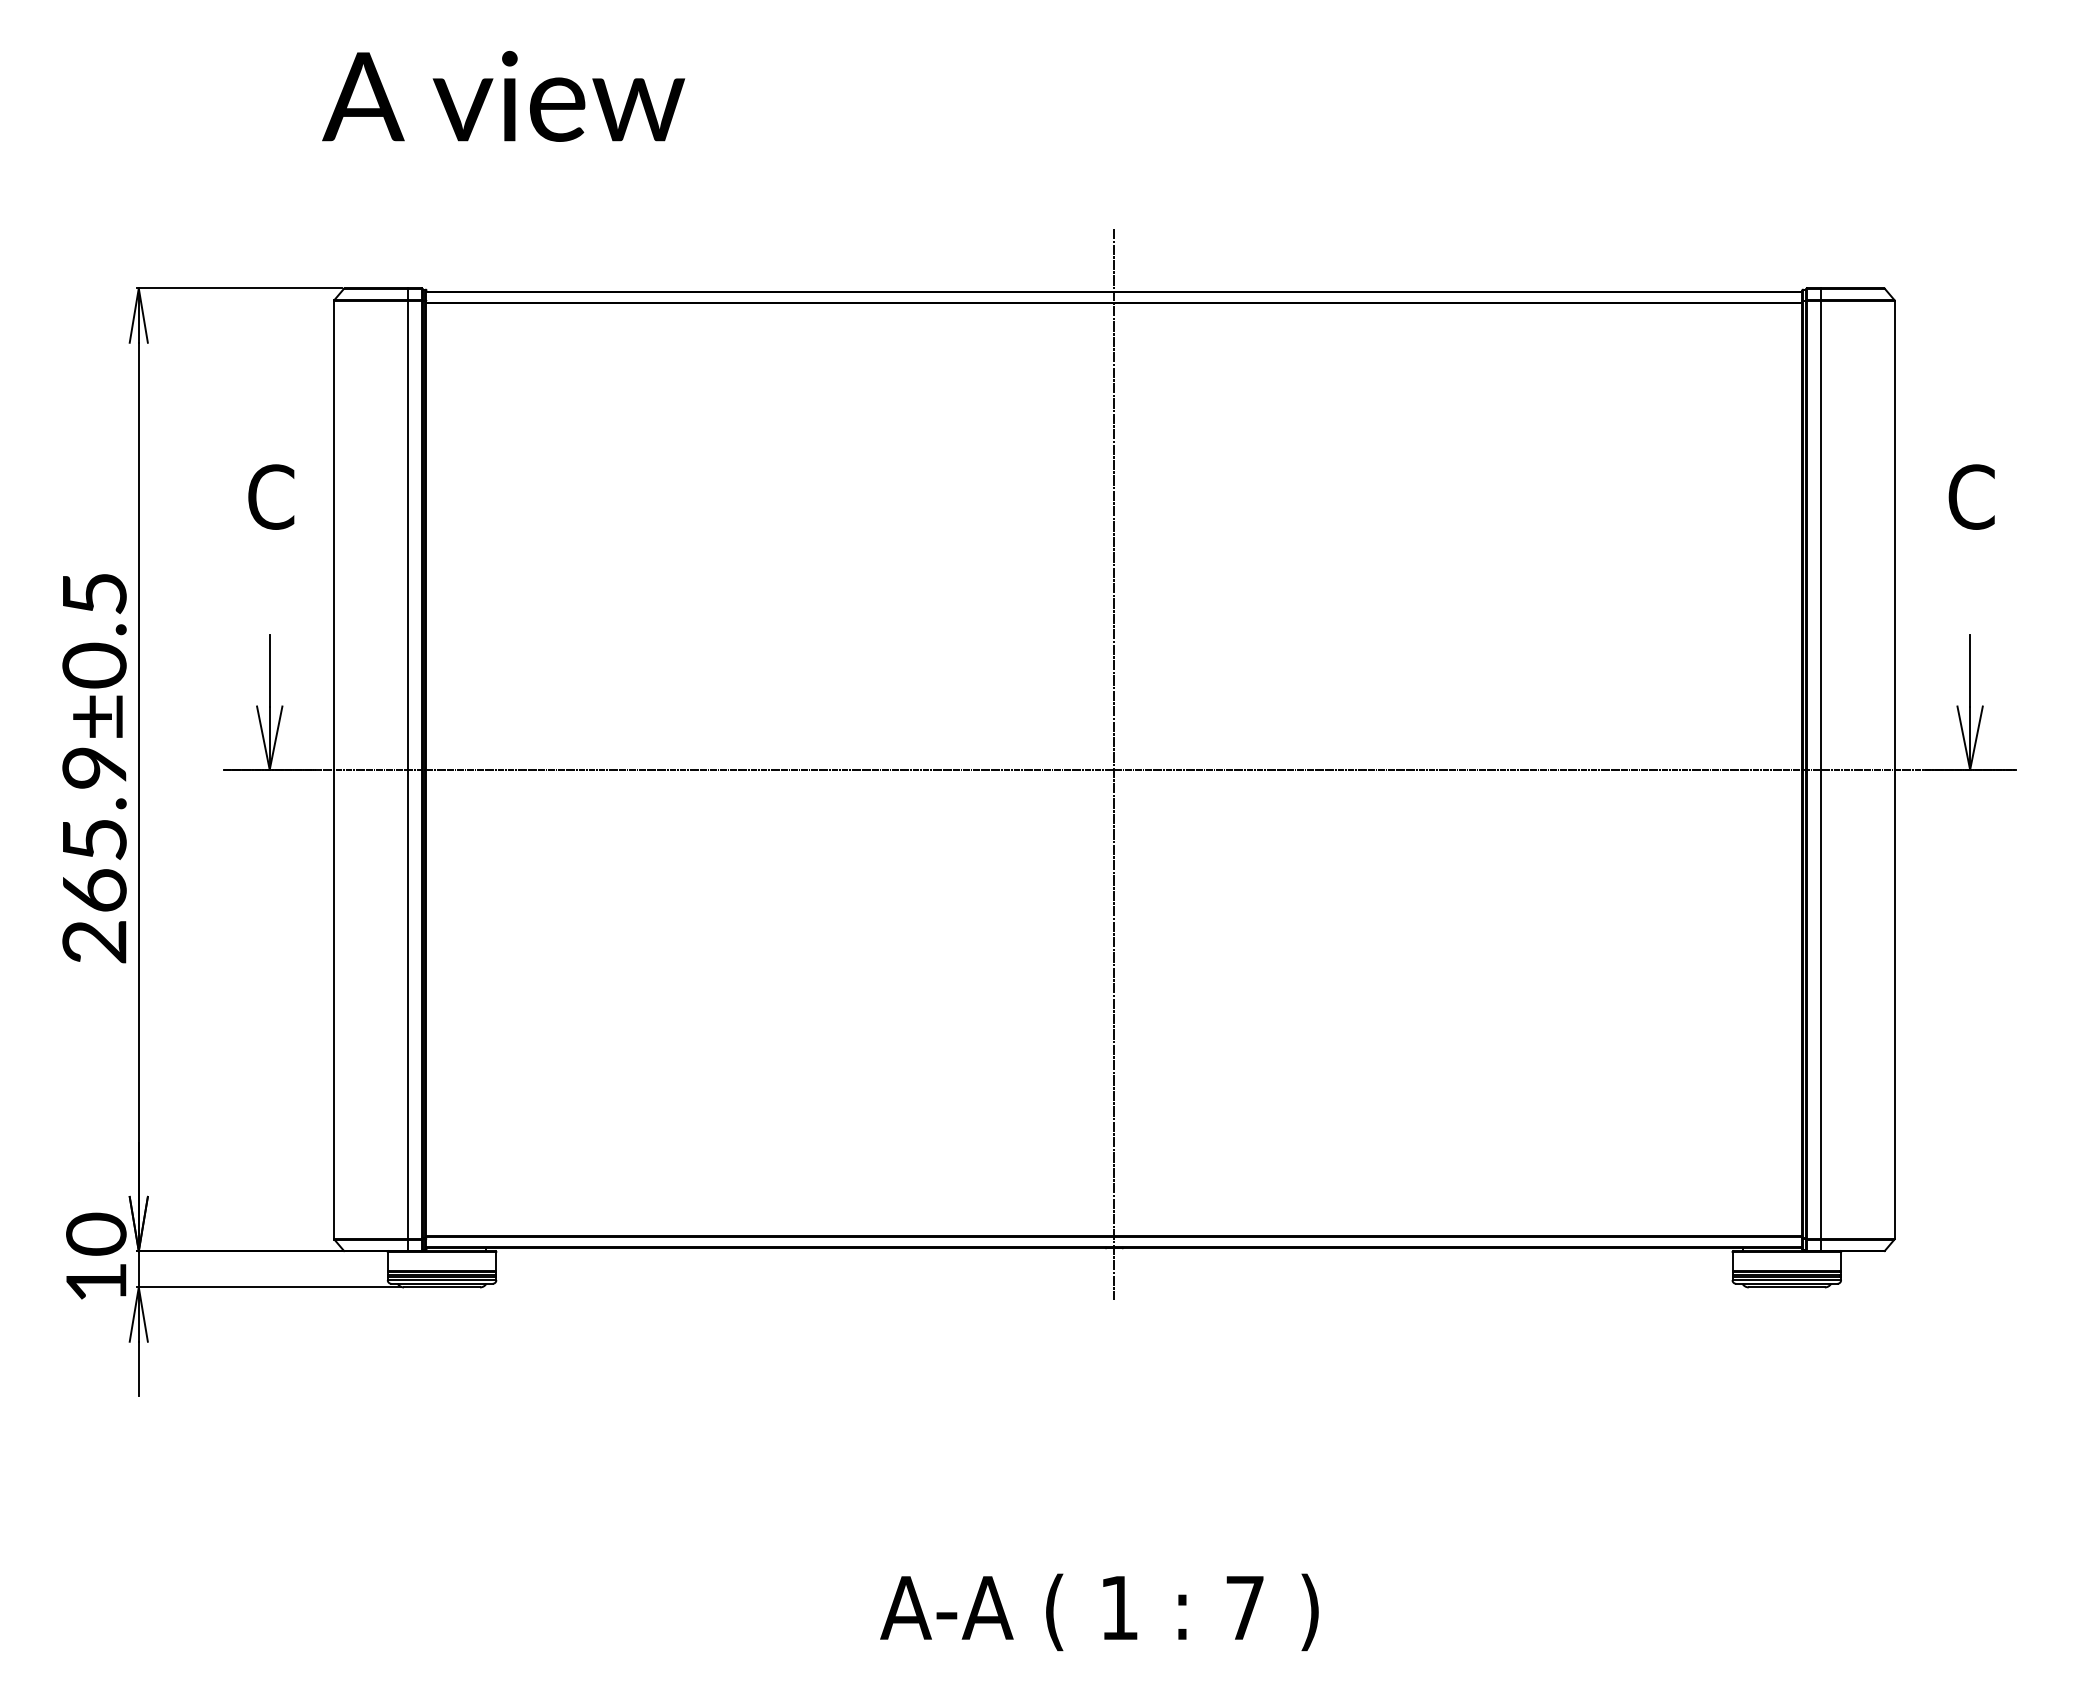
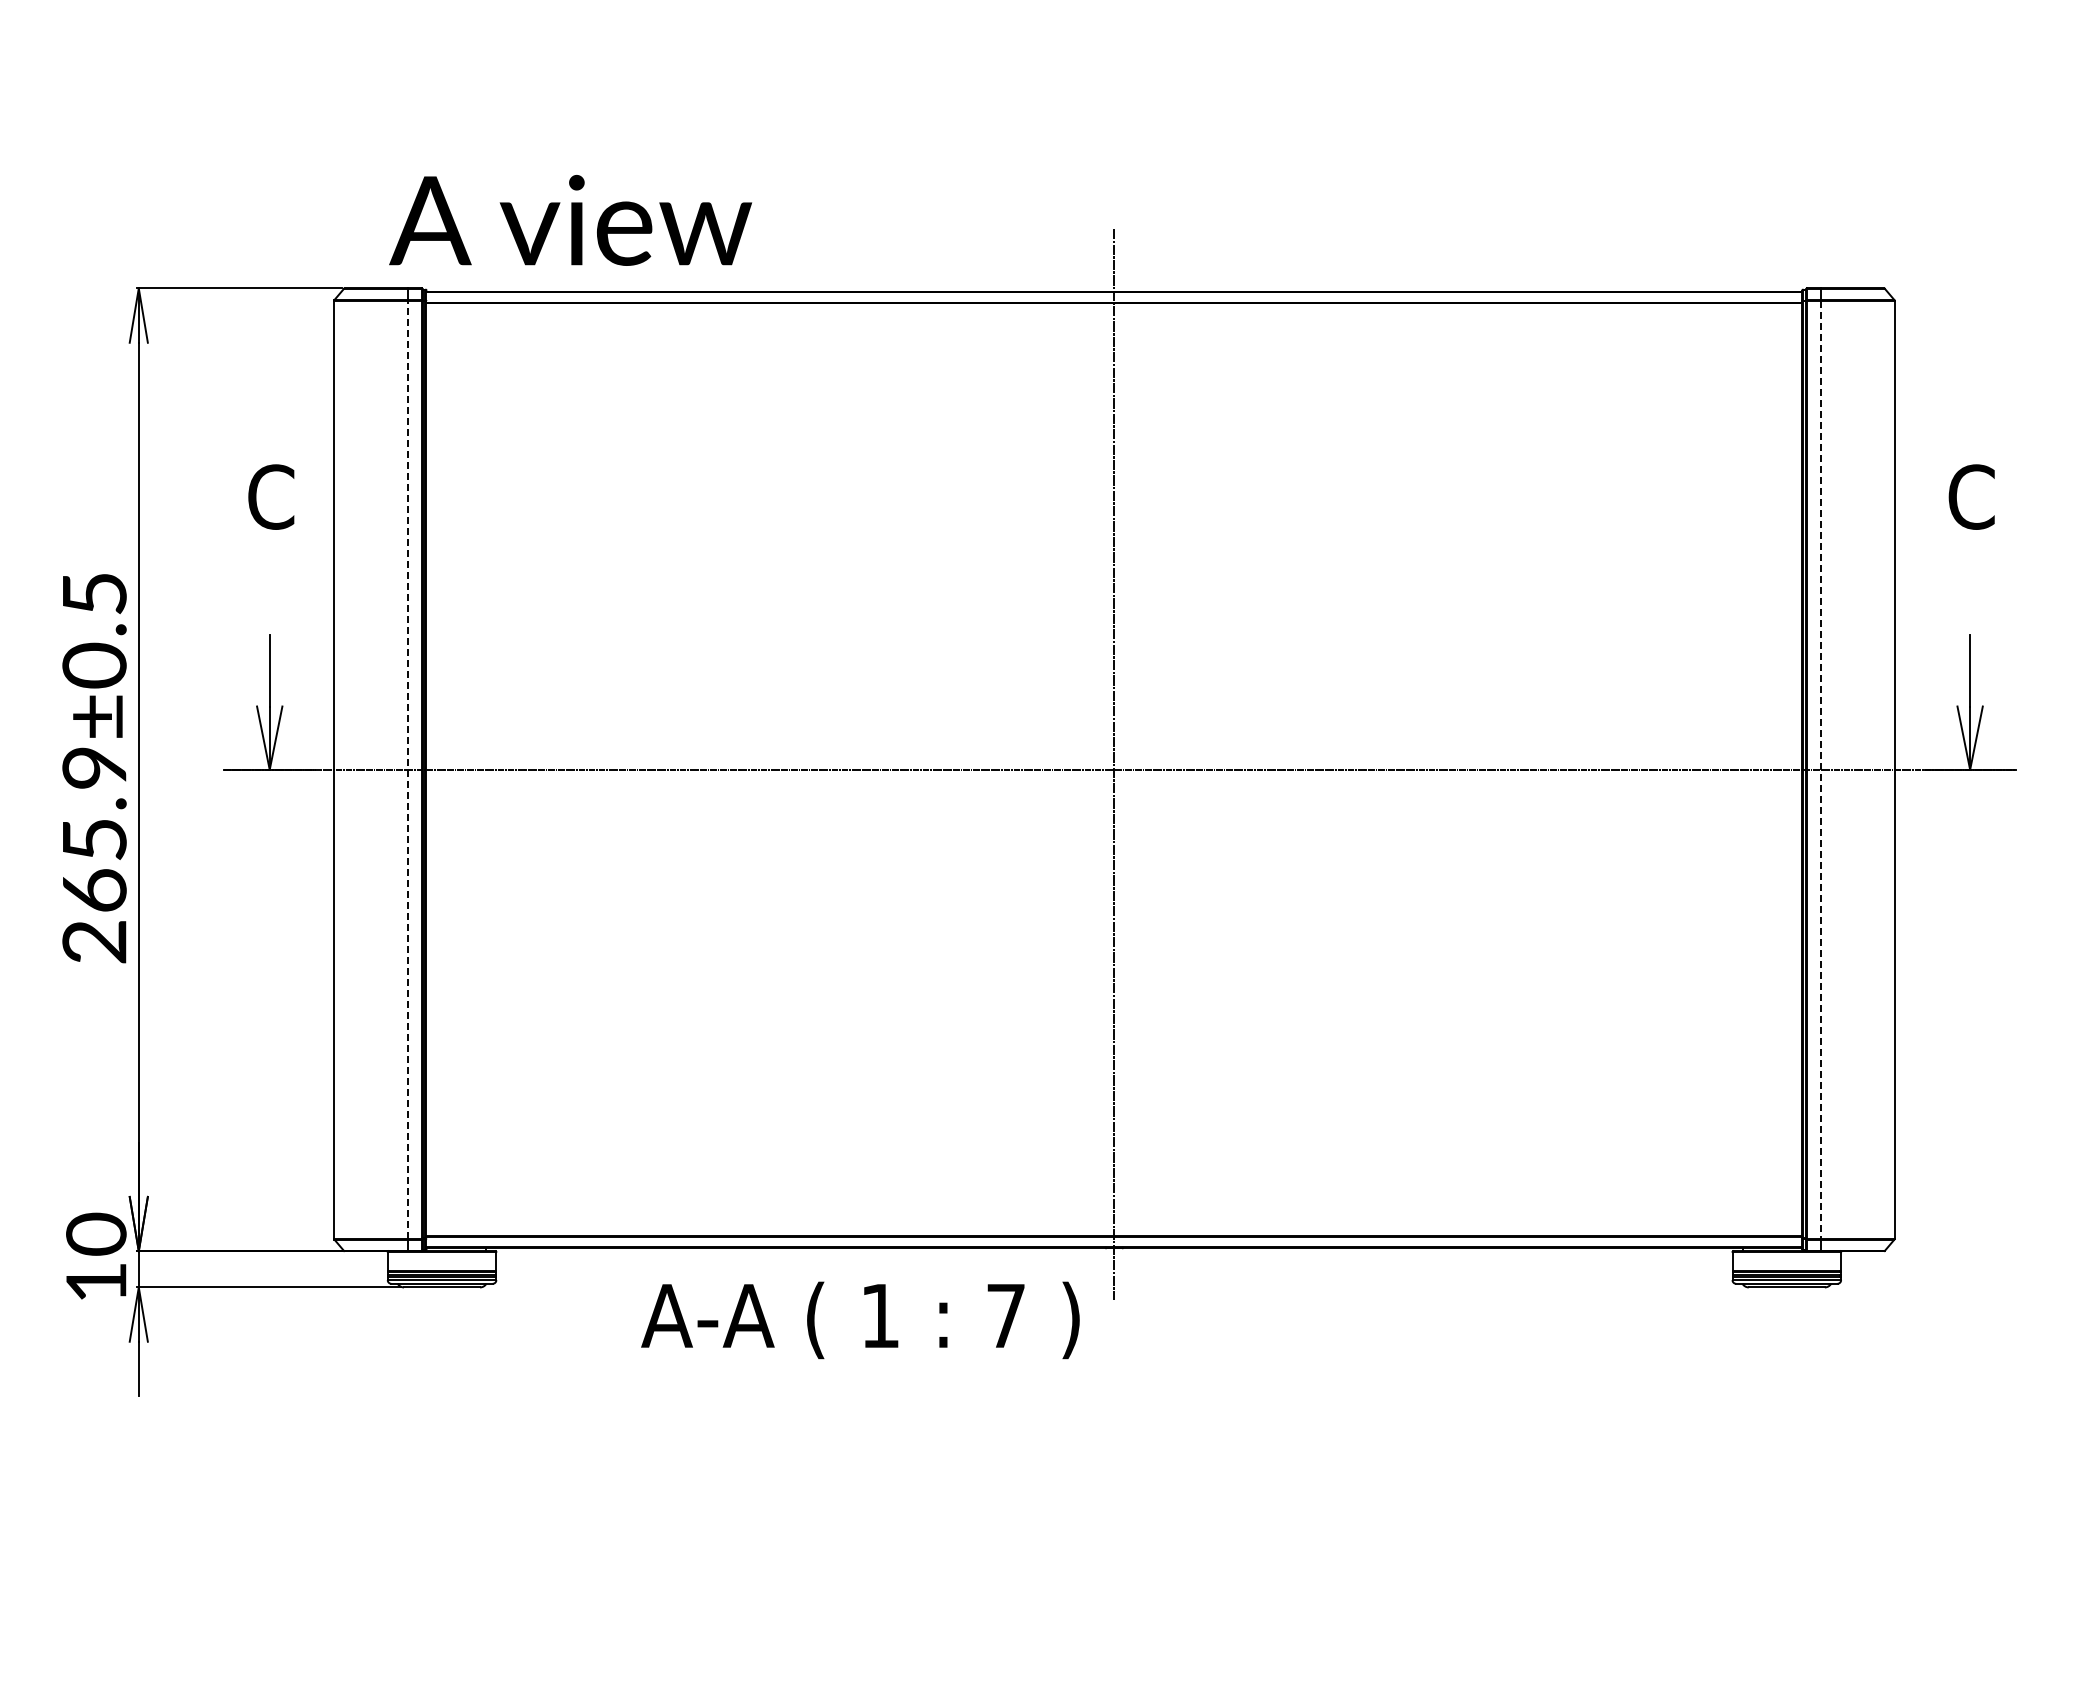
text at (503, 96) position: (503, 96) -> (570, 220)
line at (408, 769): solid -> dashed
line at (1820, 770): solid -> dashed
text at (1099, 1612) position: (1099, 1612) -> (860, 1320)
